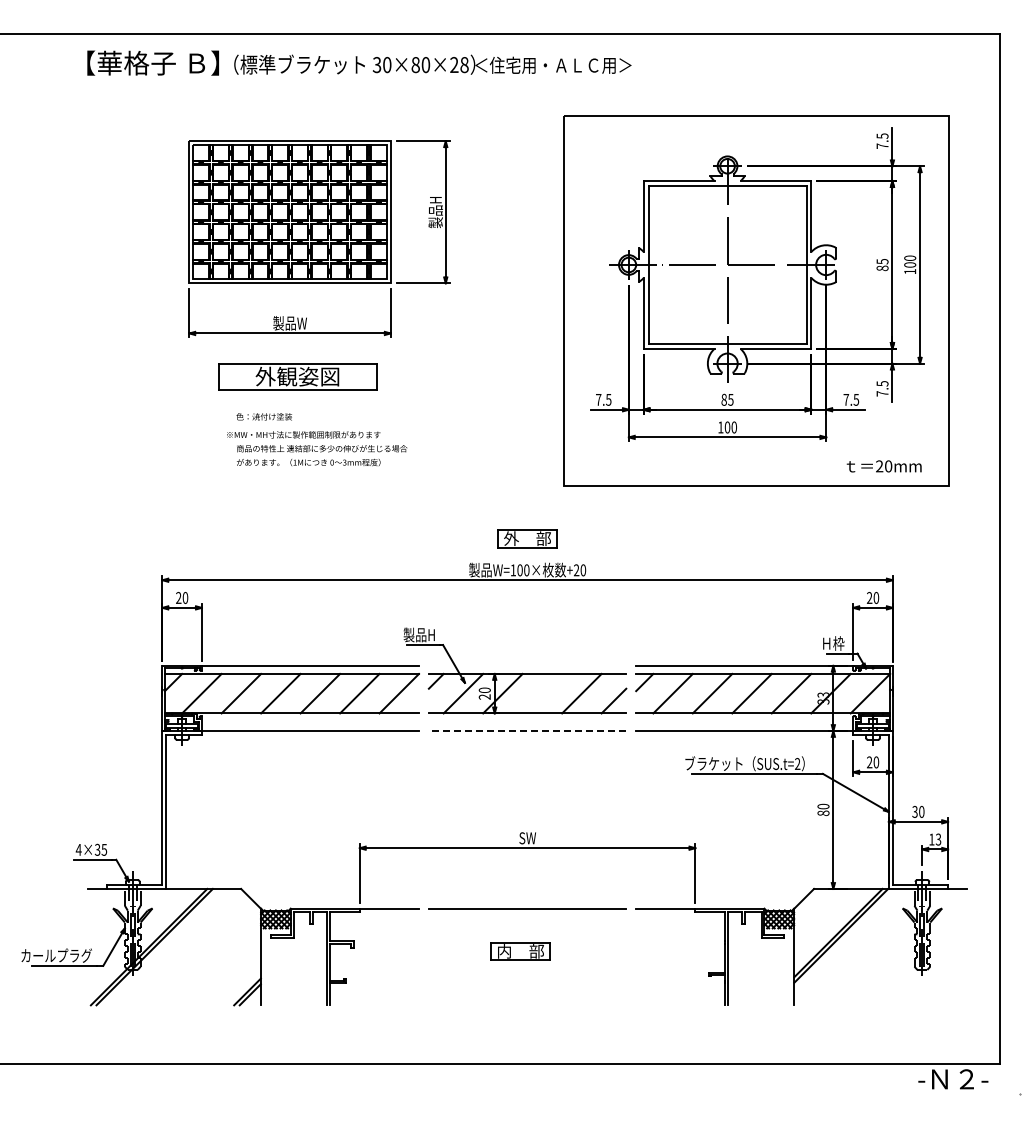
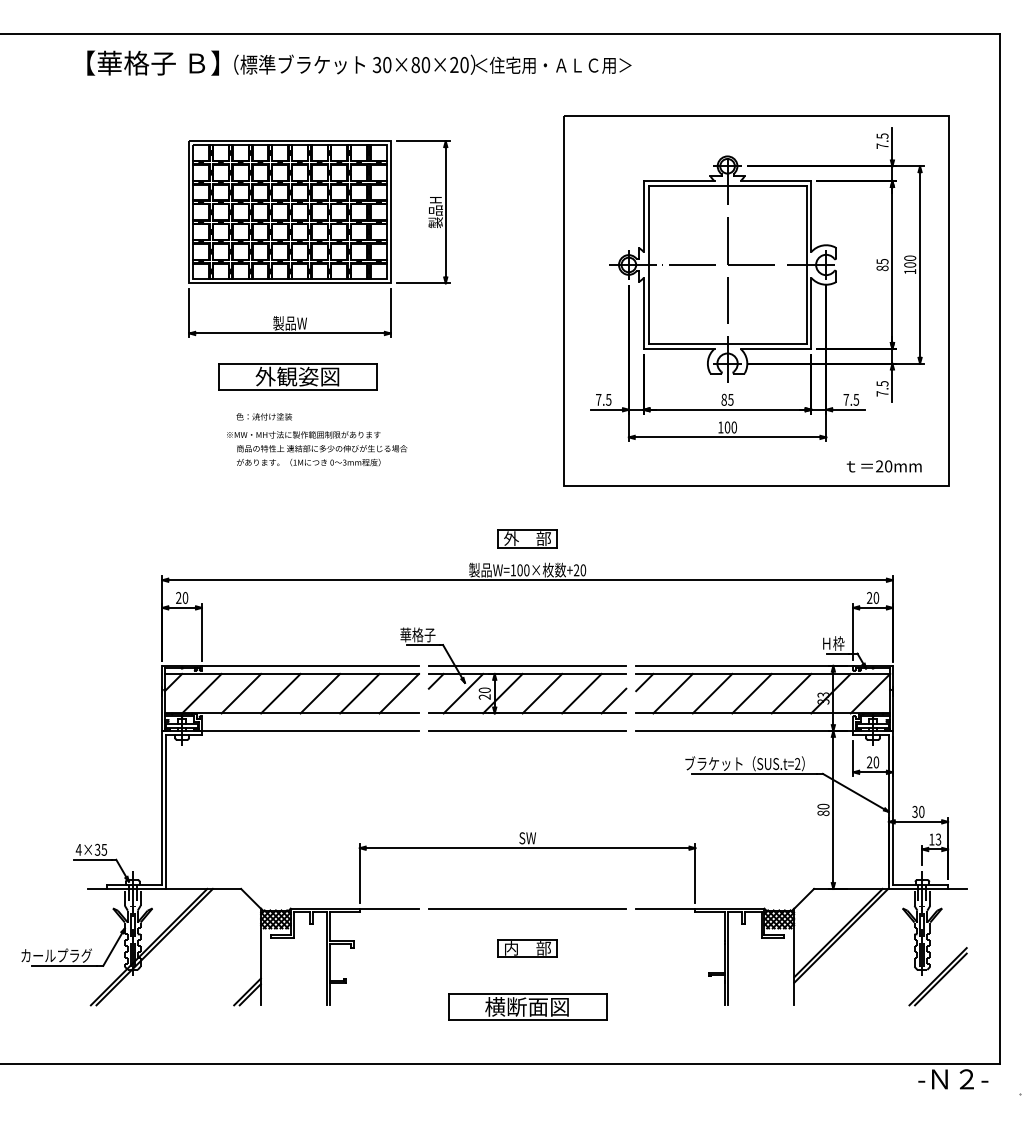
text at (464, 64): 30×80×28 -> 30×80×20
text at (417, 634): 製品H -> 華格子
line at (527, 665): none -> present
line at (542, 693): none -> present
line at (527, 731): dashed -> solid
part at (520, 951) position: (520, 951) -> (527, 948)
part at (937, 976): none -> present
part at (527, 1006): none -> present
